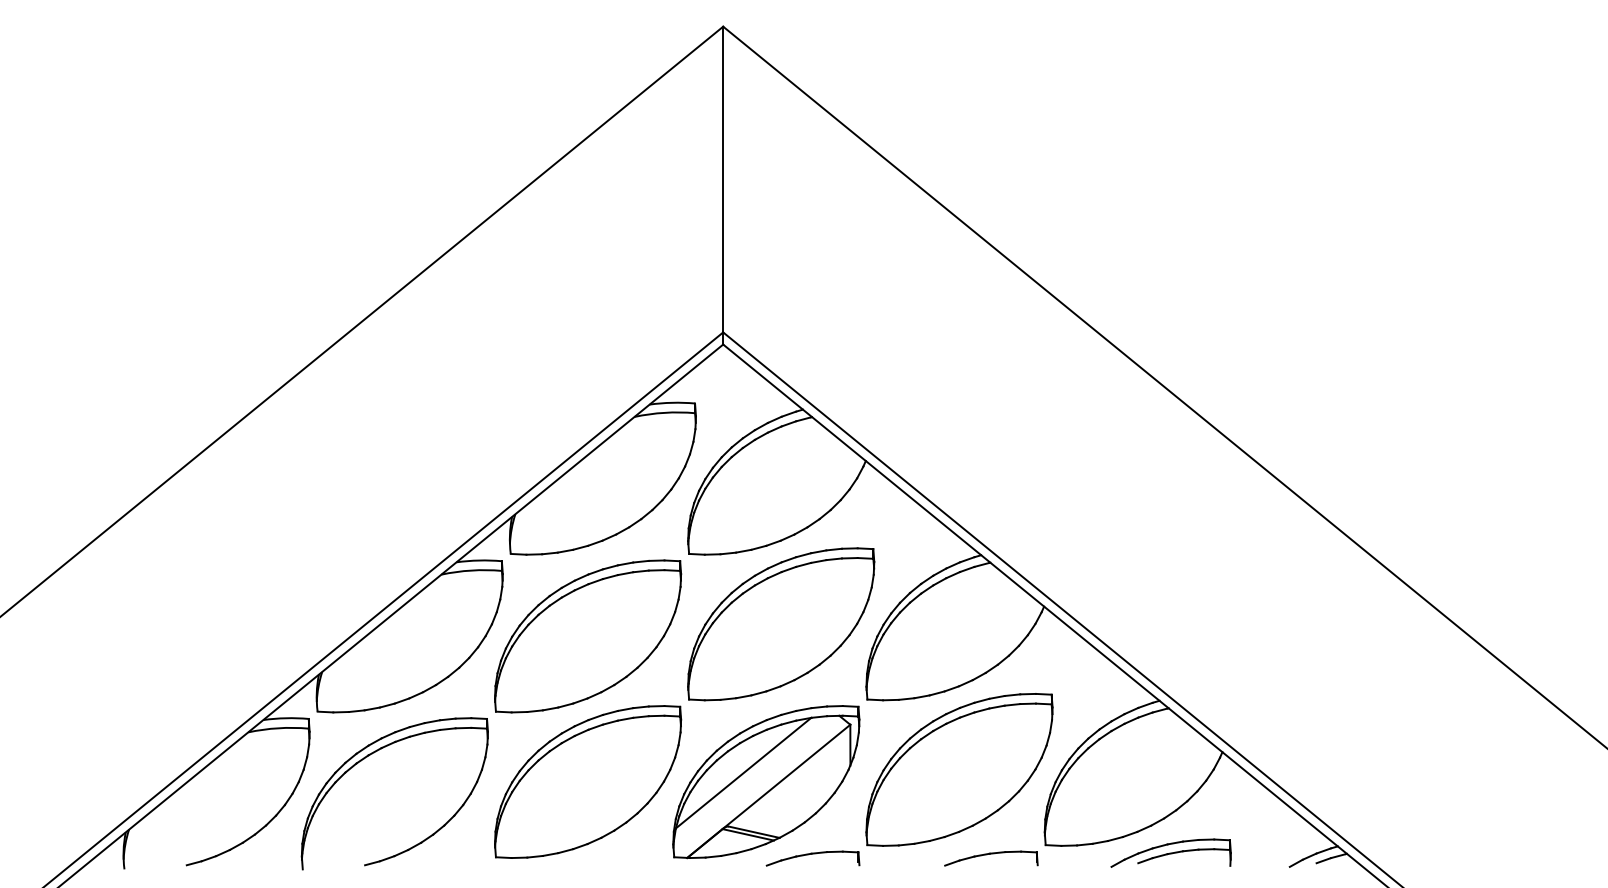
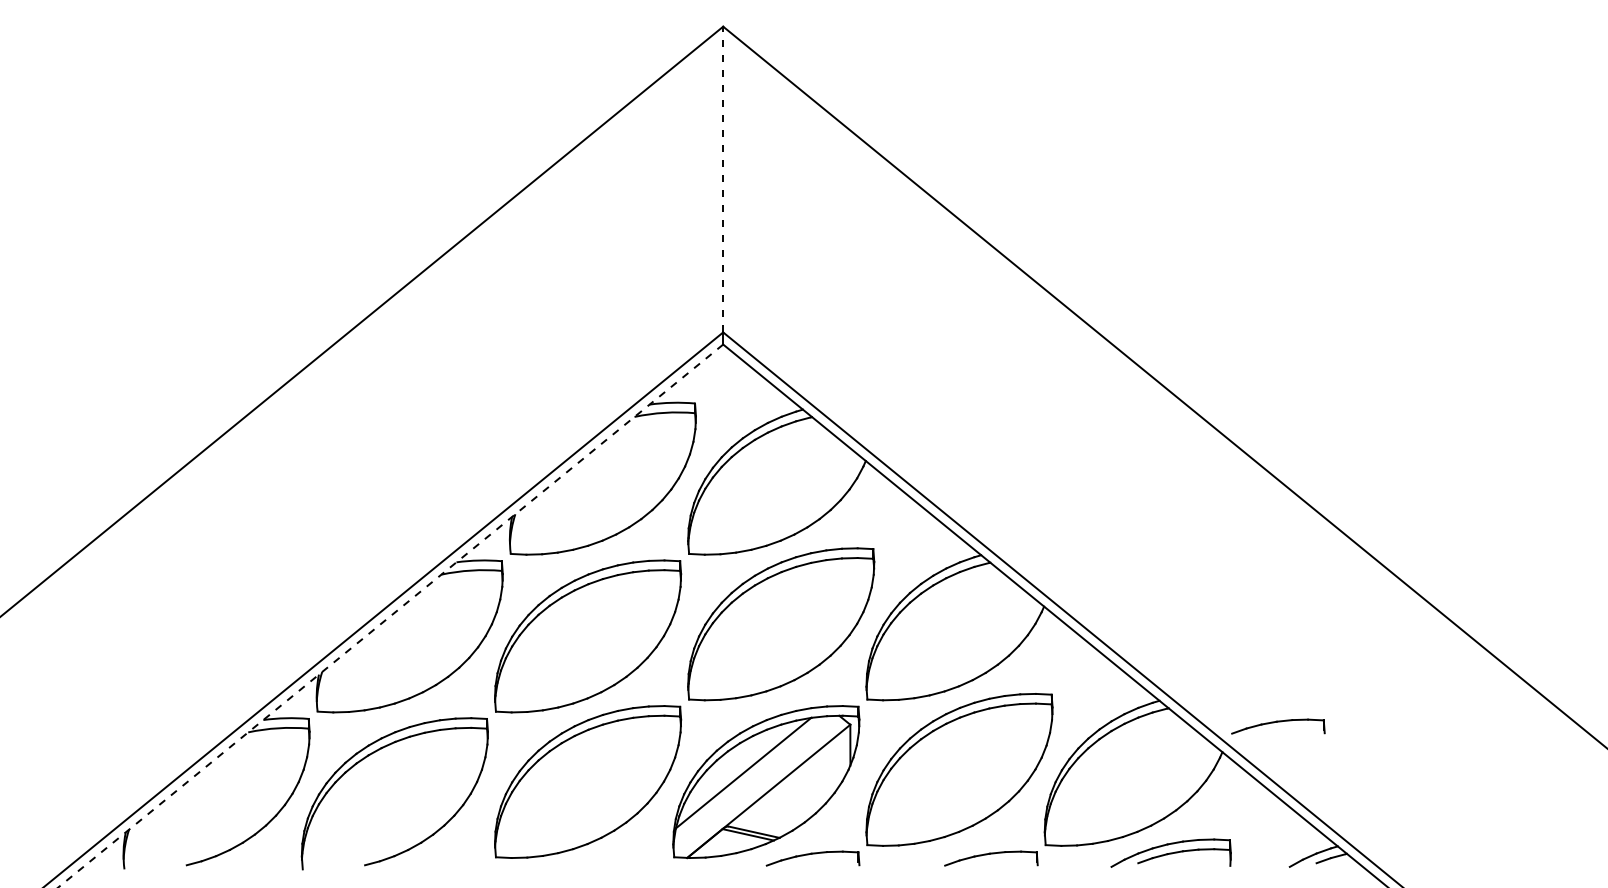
line at (723, 179): solid -> dashed
line at (390, 616): solid -> dashed
part at (1278, 726): none -> present
